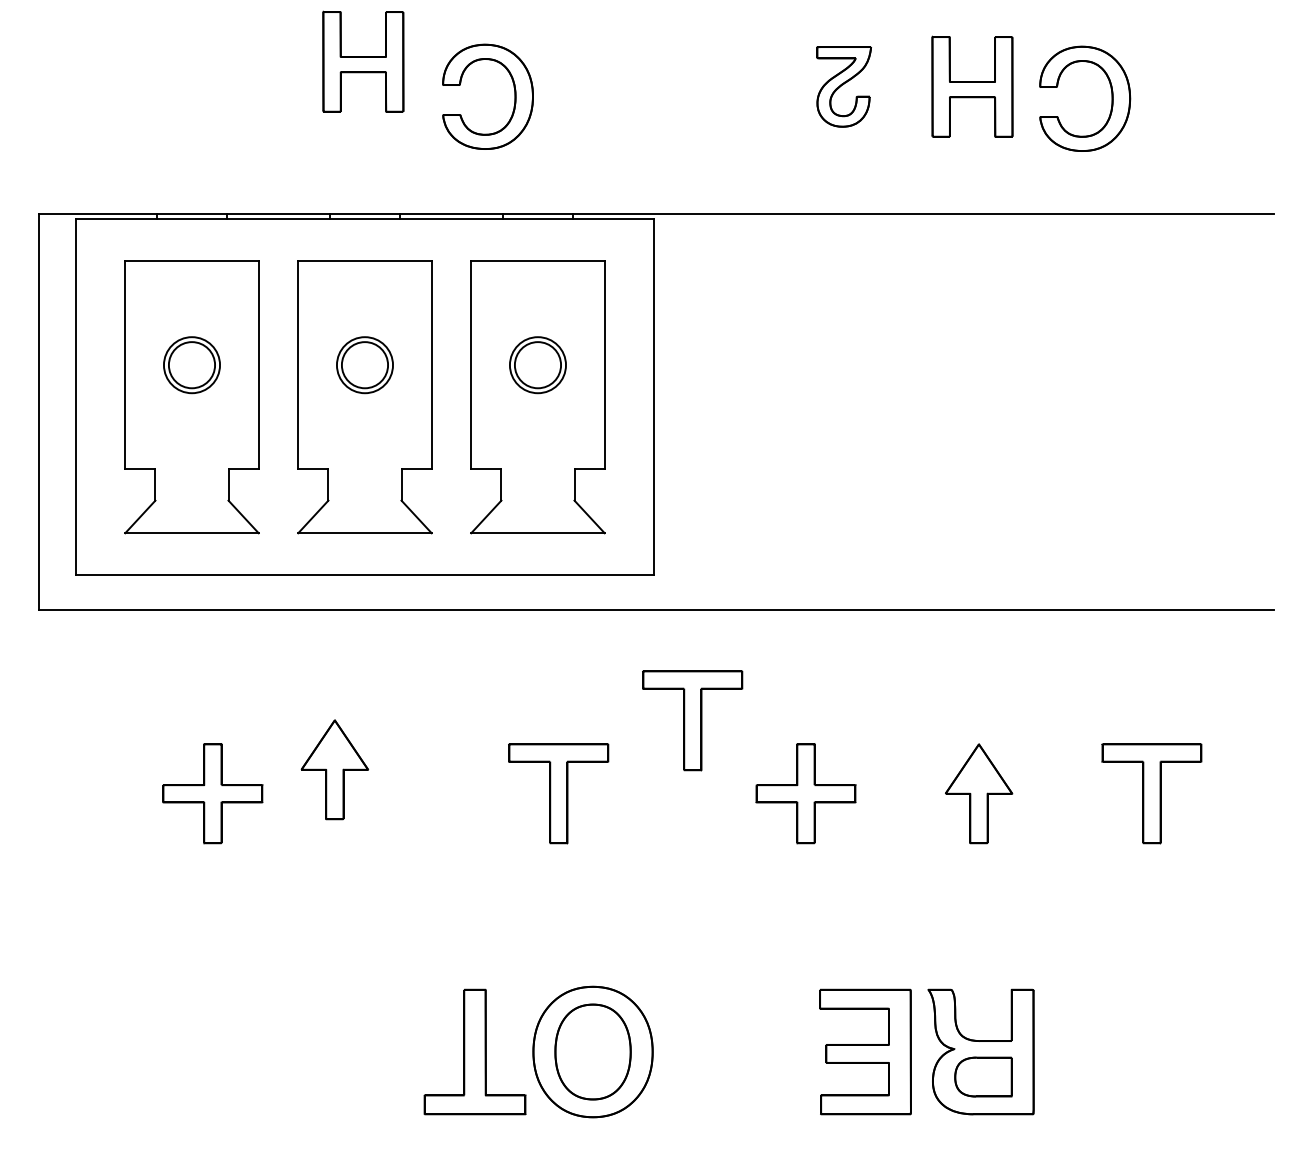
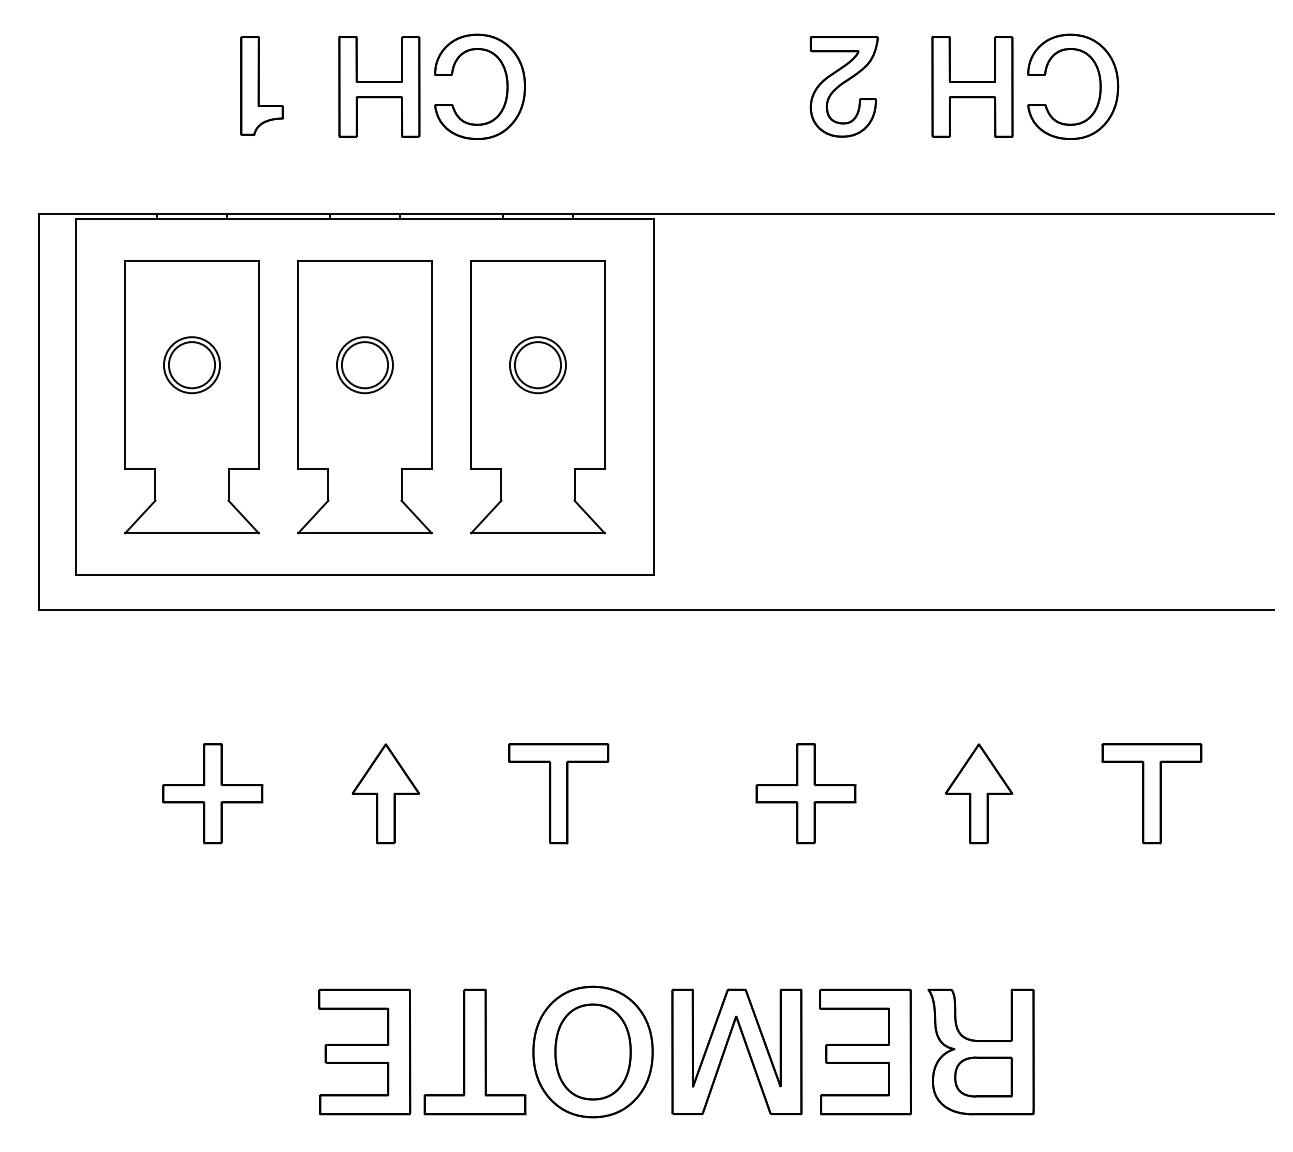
part at (363, 61) position: (363, 61) -> (379, 86)
part at (261, 85): none -> present
part at (843, 86) size: 56x82 px -> 70x102 px
part at (514, 96) position: (514, 96) -> (506, 86)
part at (1111, 98) position: (1111, 98) -> (1099, 86)
part at (692, 720): present -> none
part at (334, 769) position: (334, 769) -> (385, 793)
part at (746, 1049): none -> present
part at (364, 1051): none -> present
